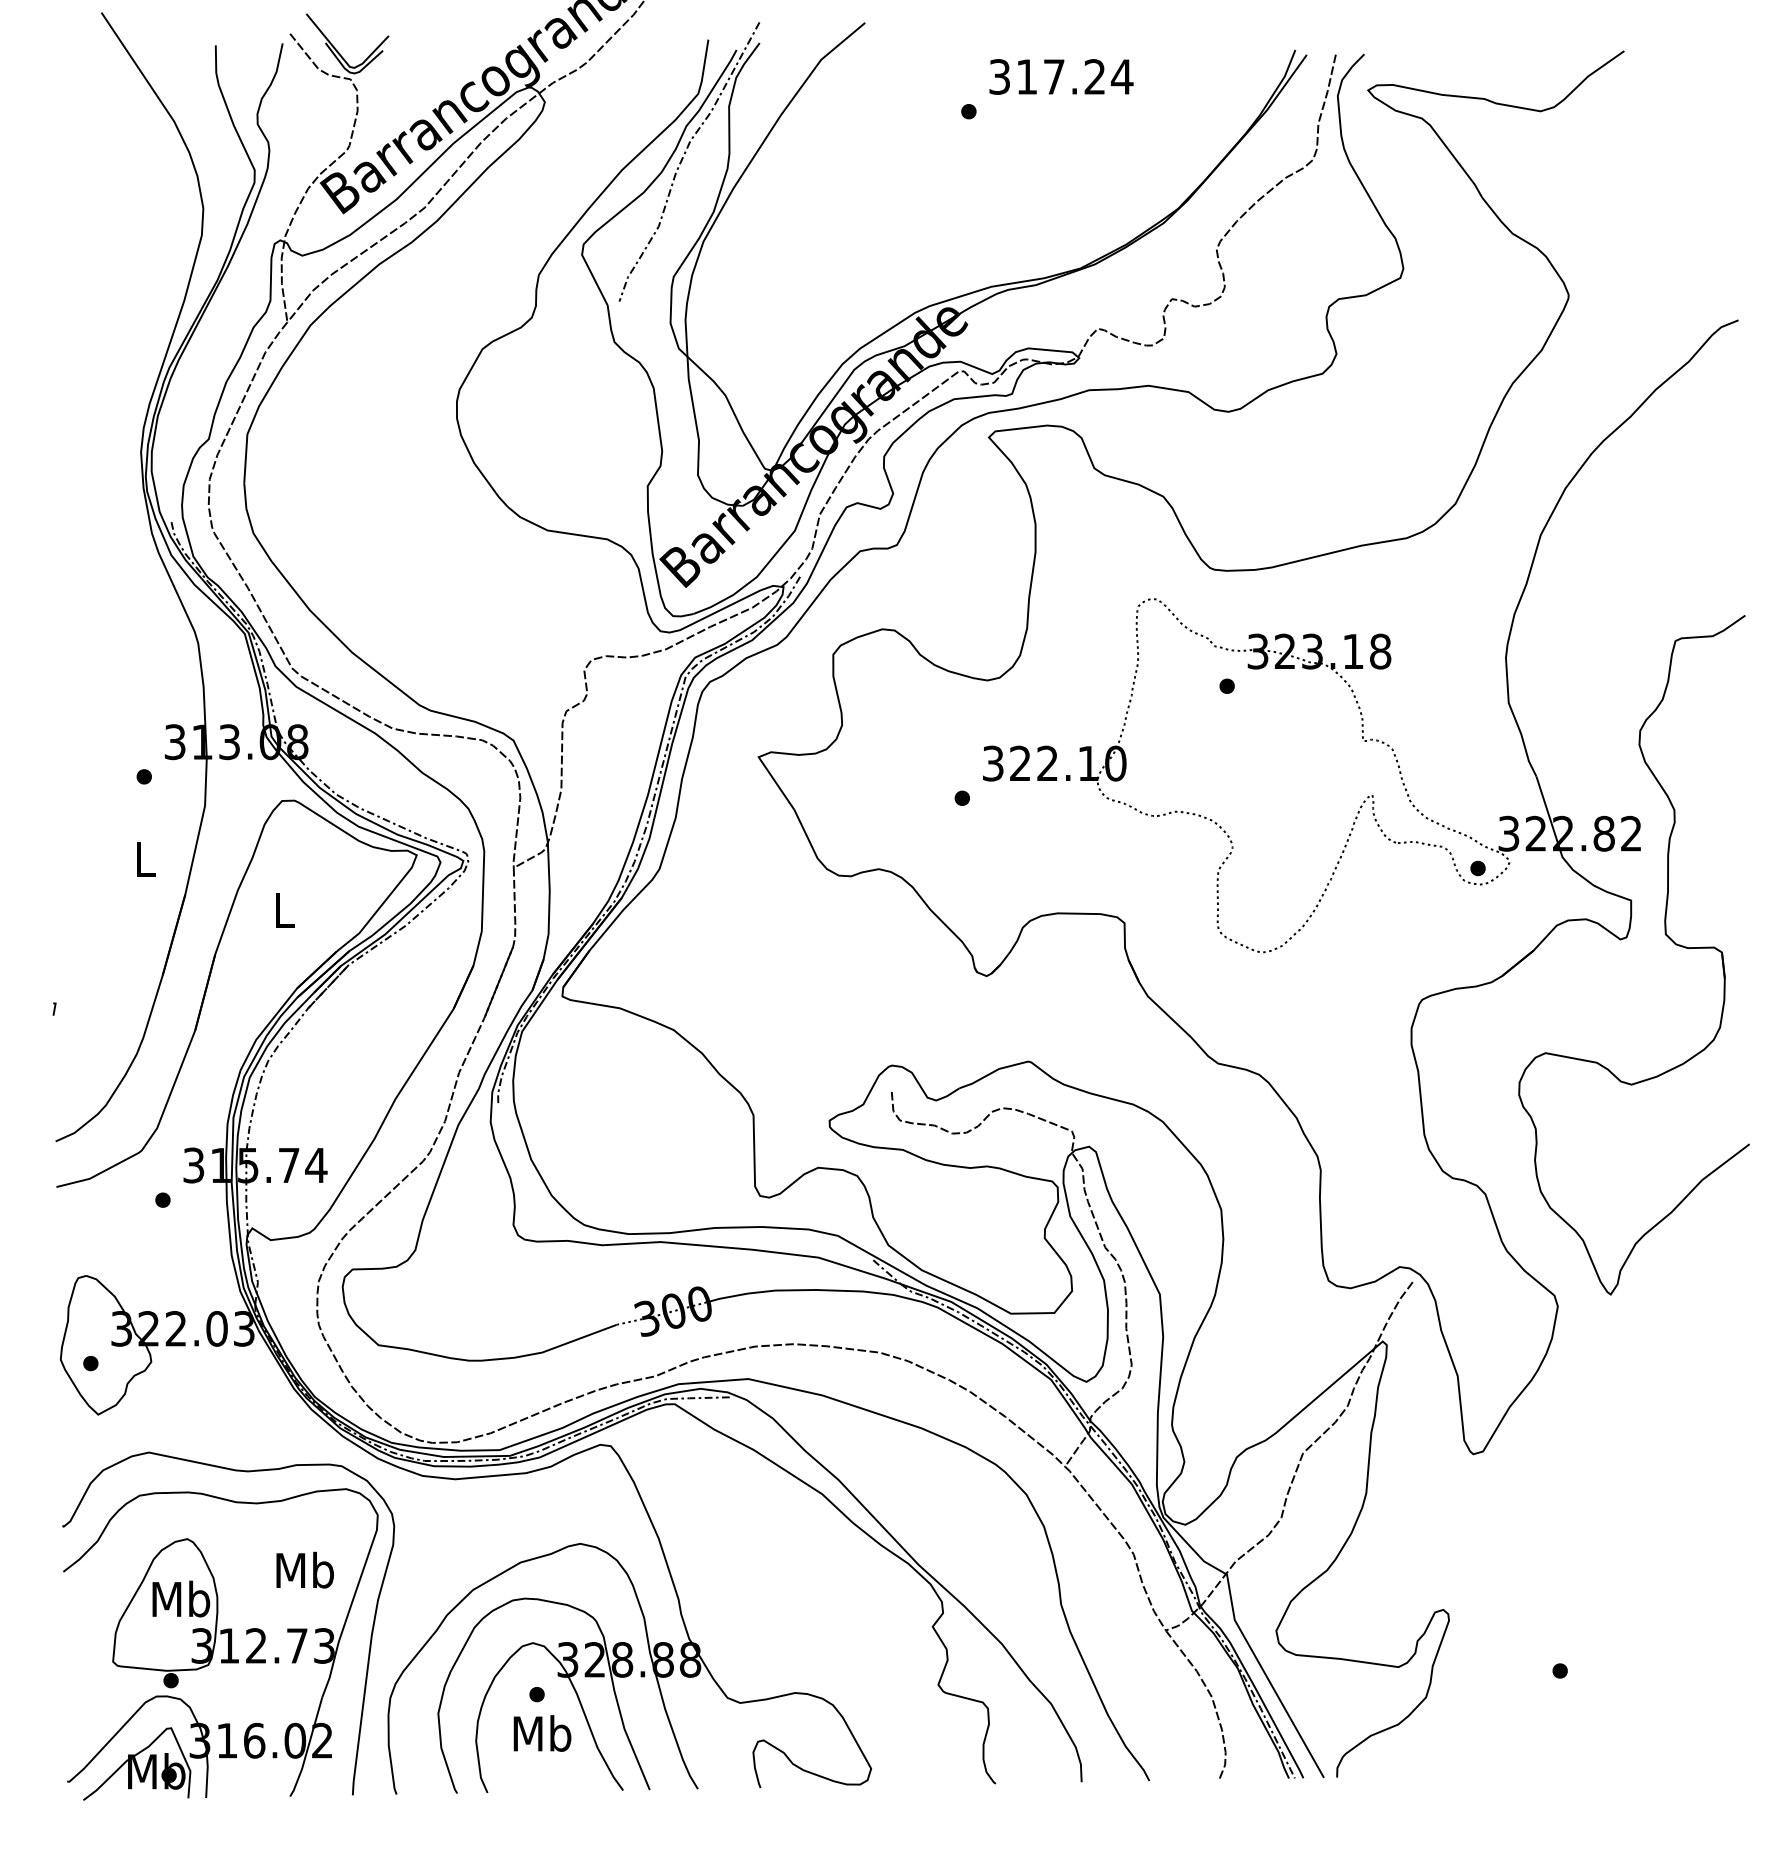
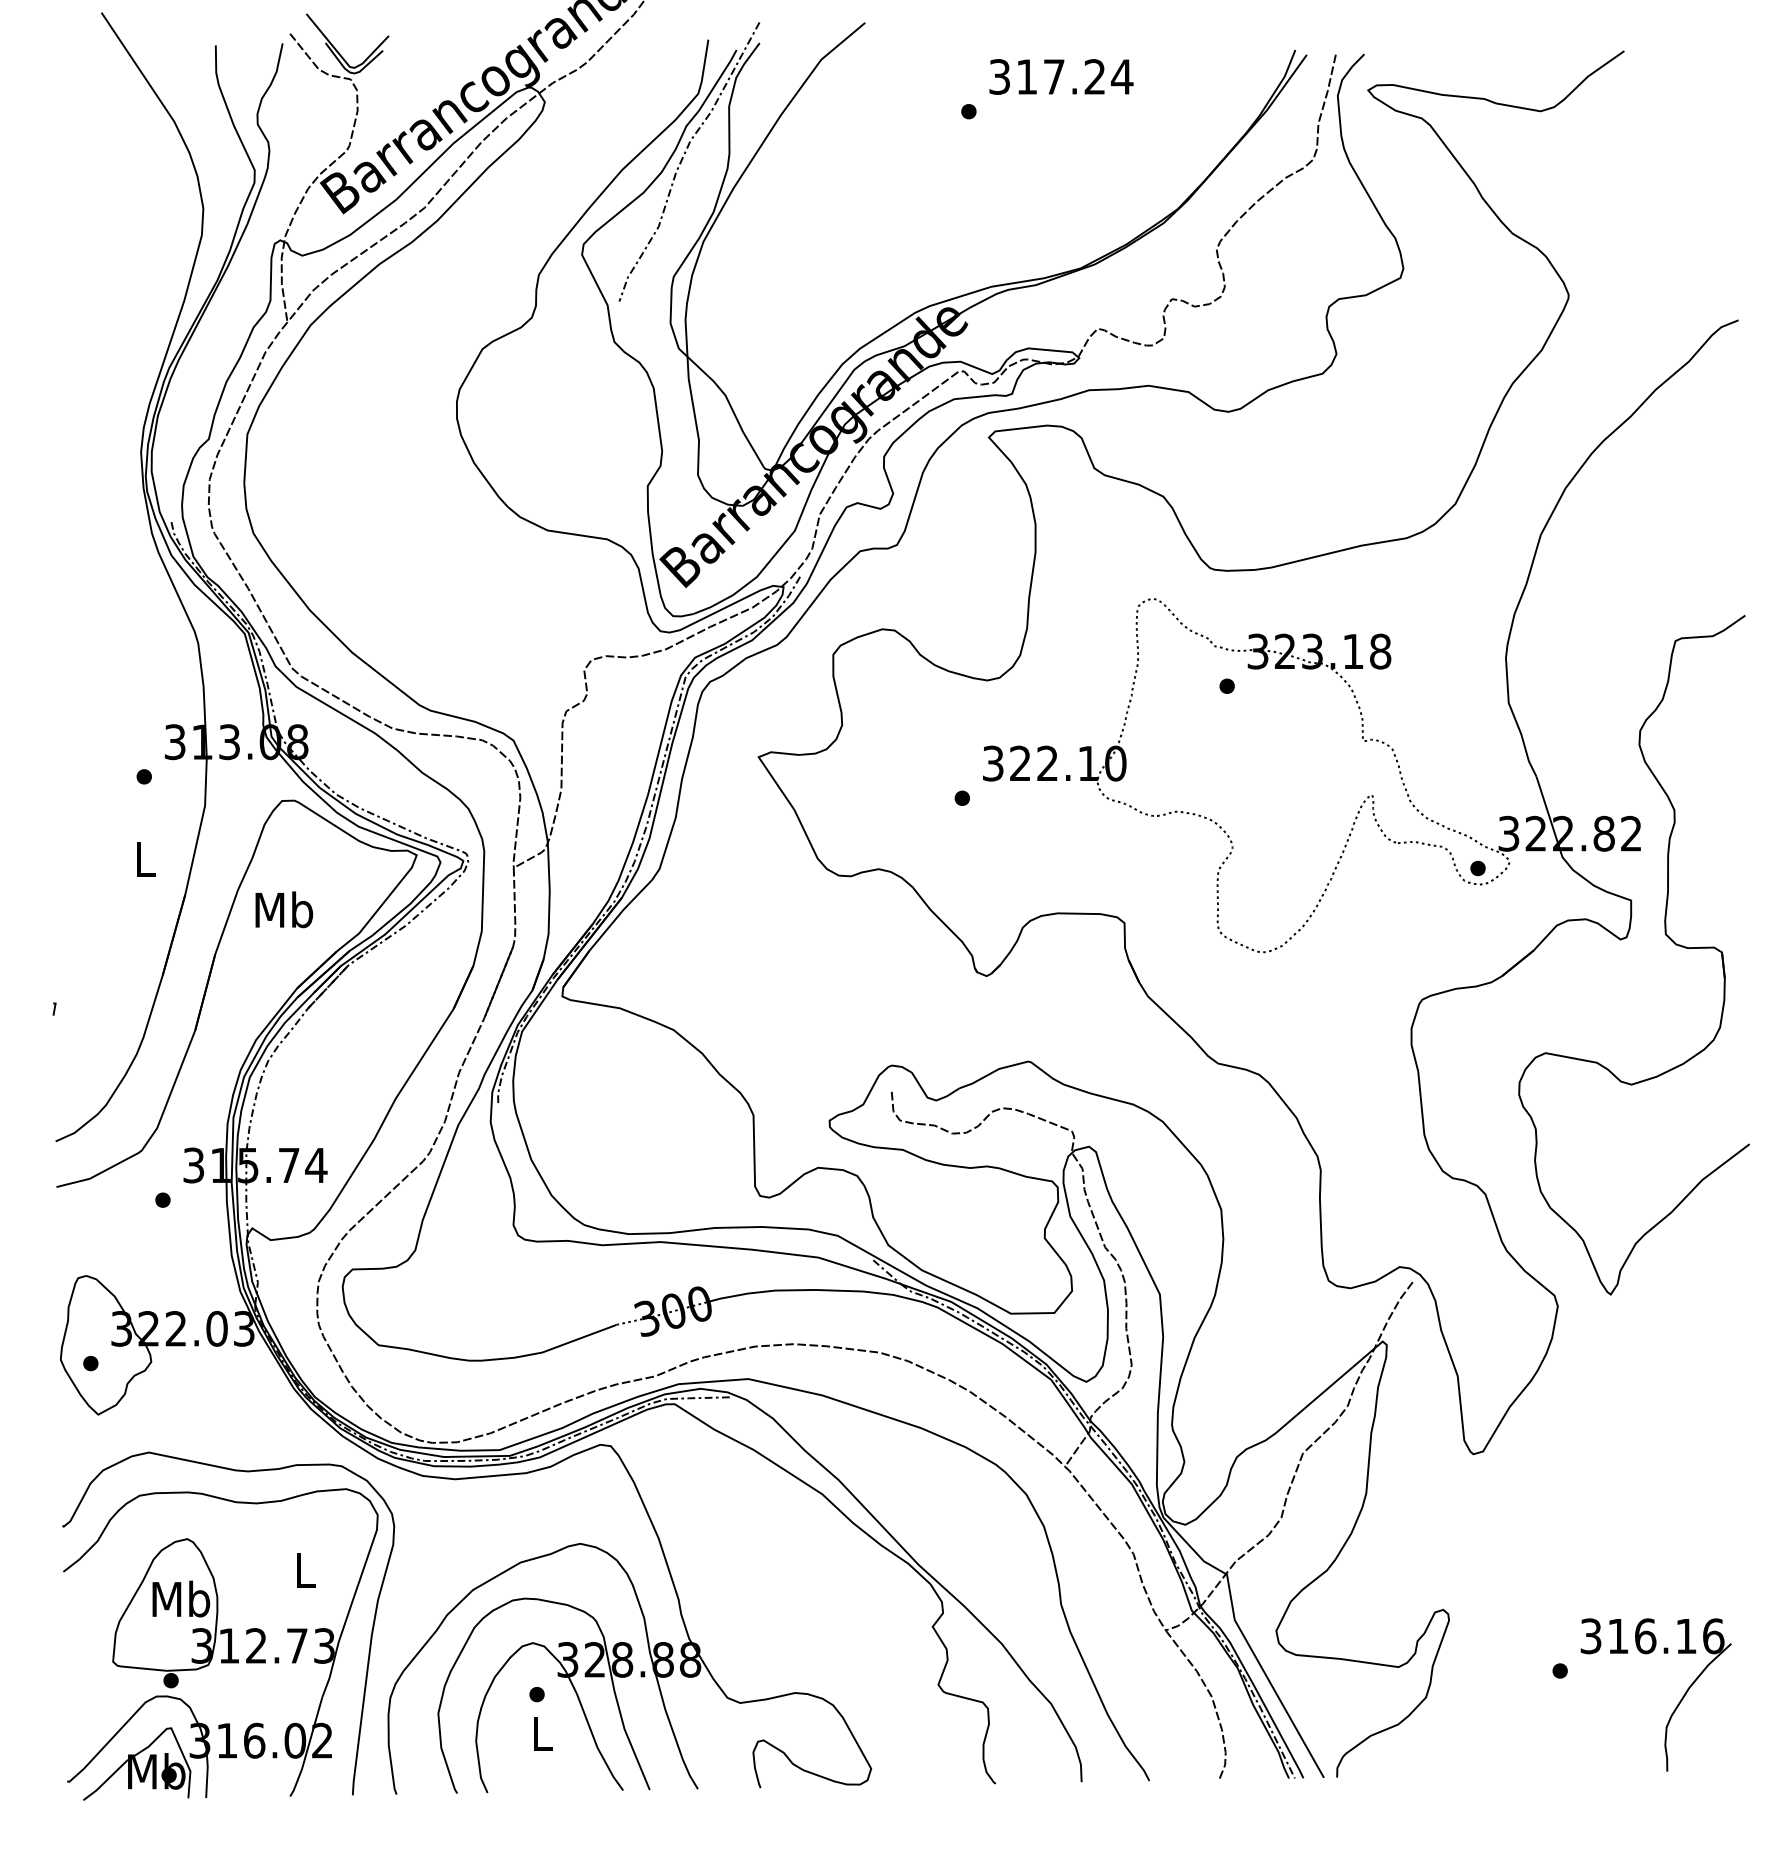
text at (284, 909): L -> Mb
text at (304, 1569): Mb -> L
part at (1675, 1707): none -> present
text at (542, 1733): Mb -> L
